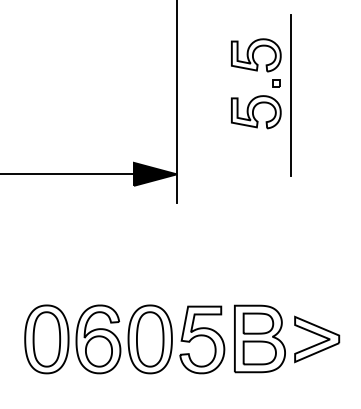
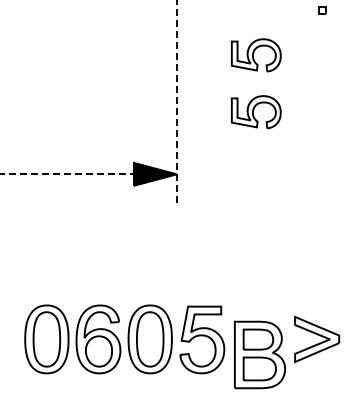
part at (276, 83) position: (276, 83) -> (322, 10)
line at (291, 95): present -> none
line at (176, 101): solid -> dashed
line at (67, 174): solid -> dashed
part at (259, 338) position: (259, 338) -> (259, 354)
